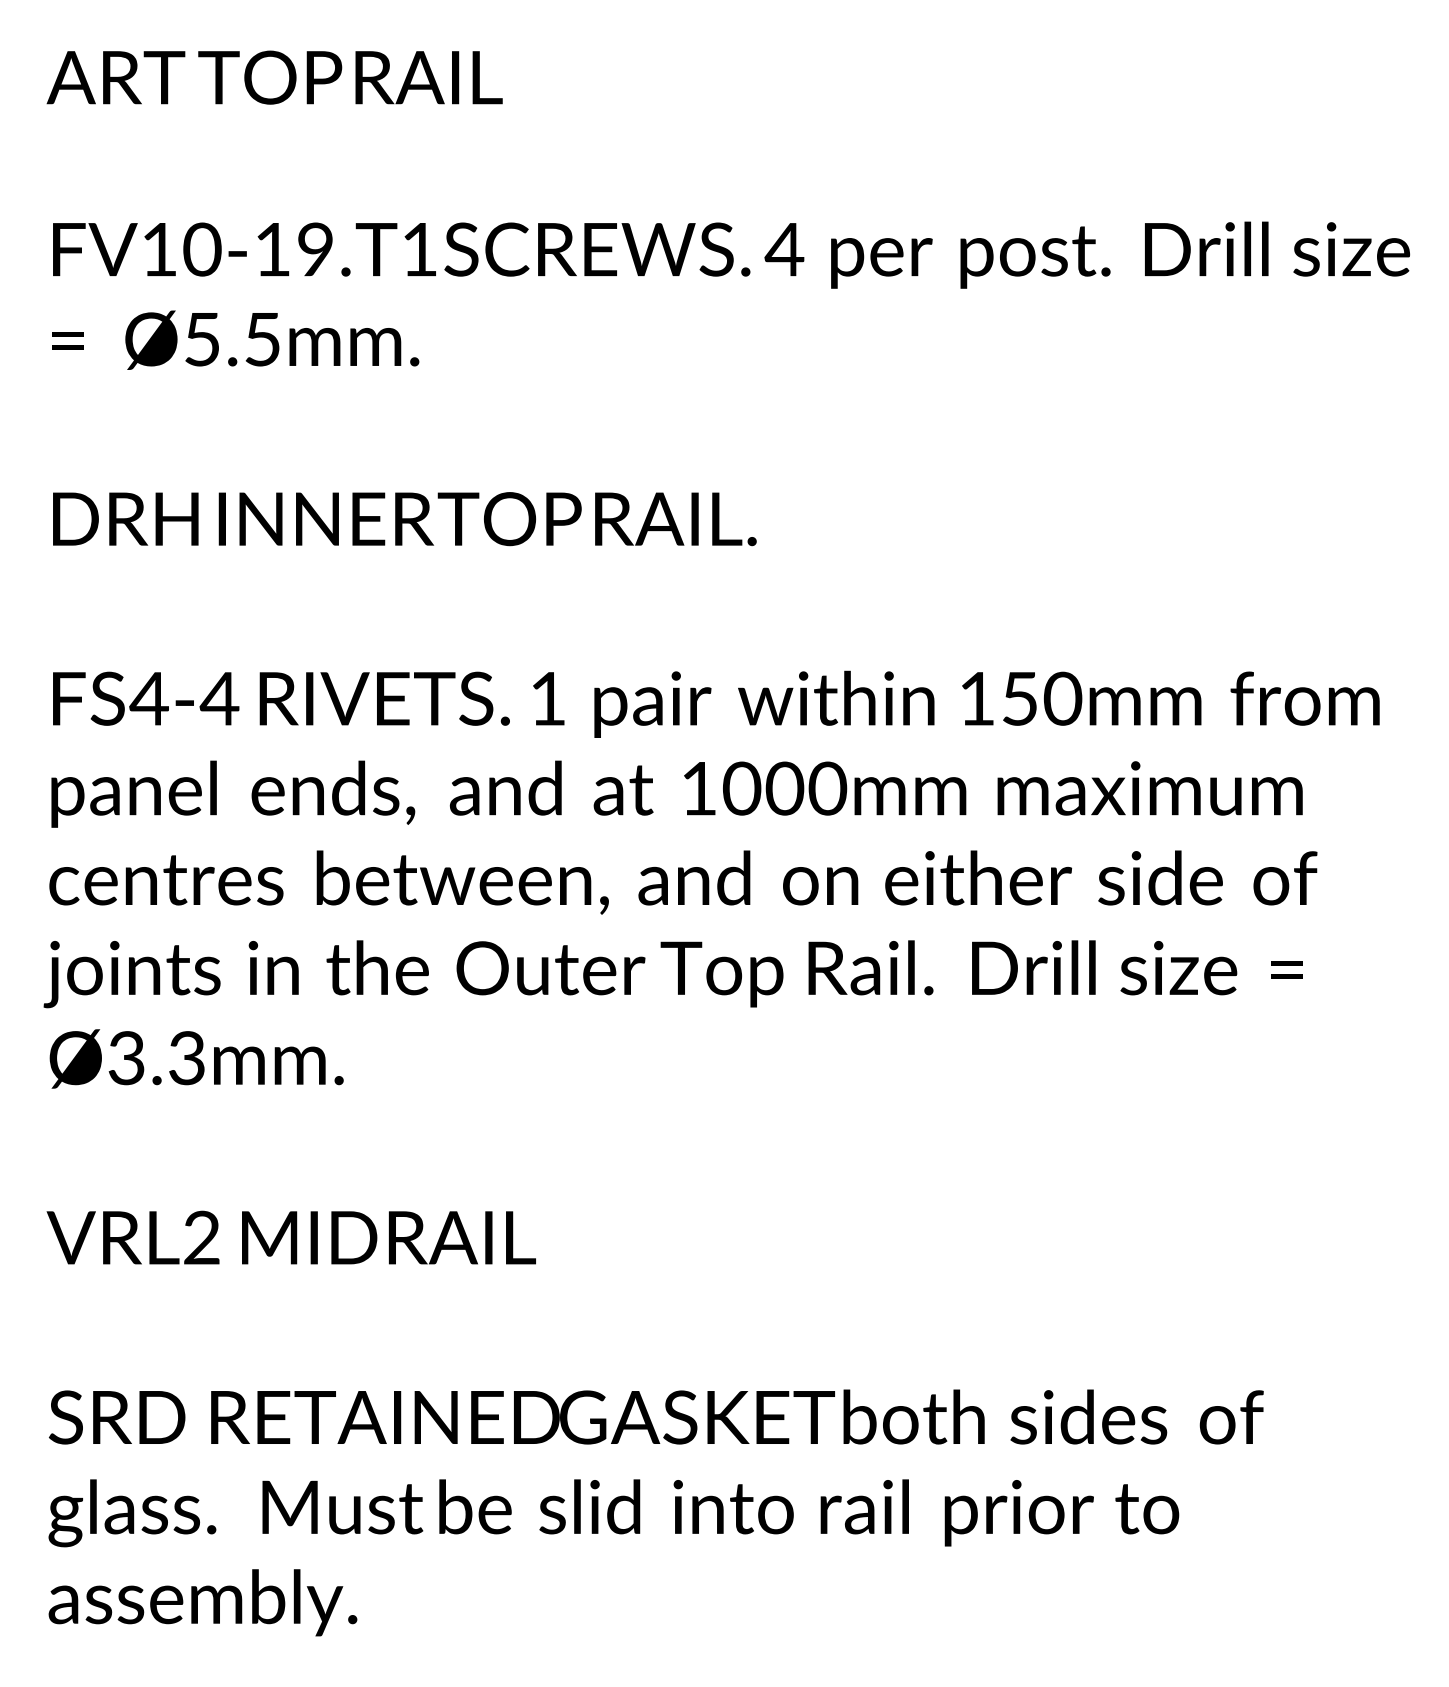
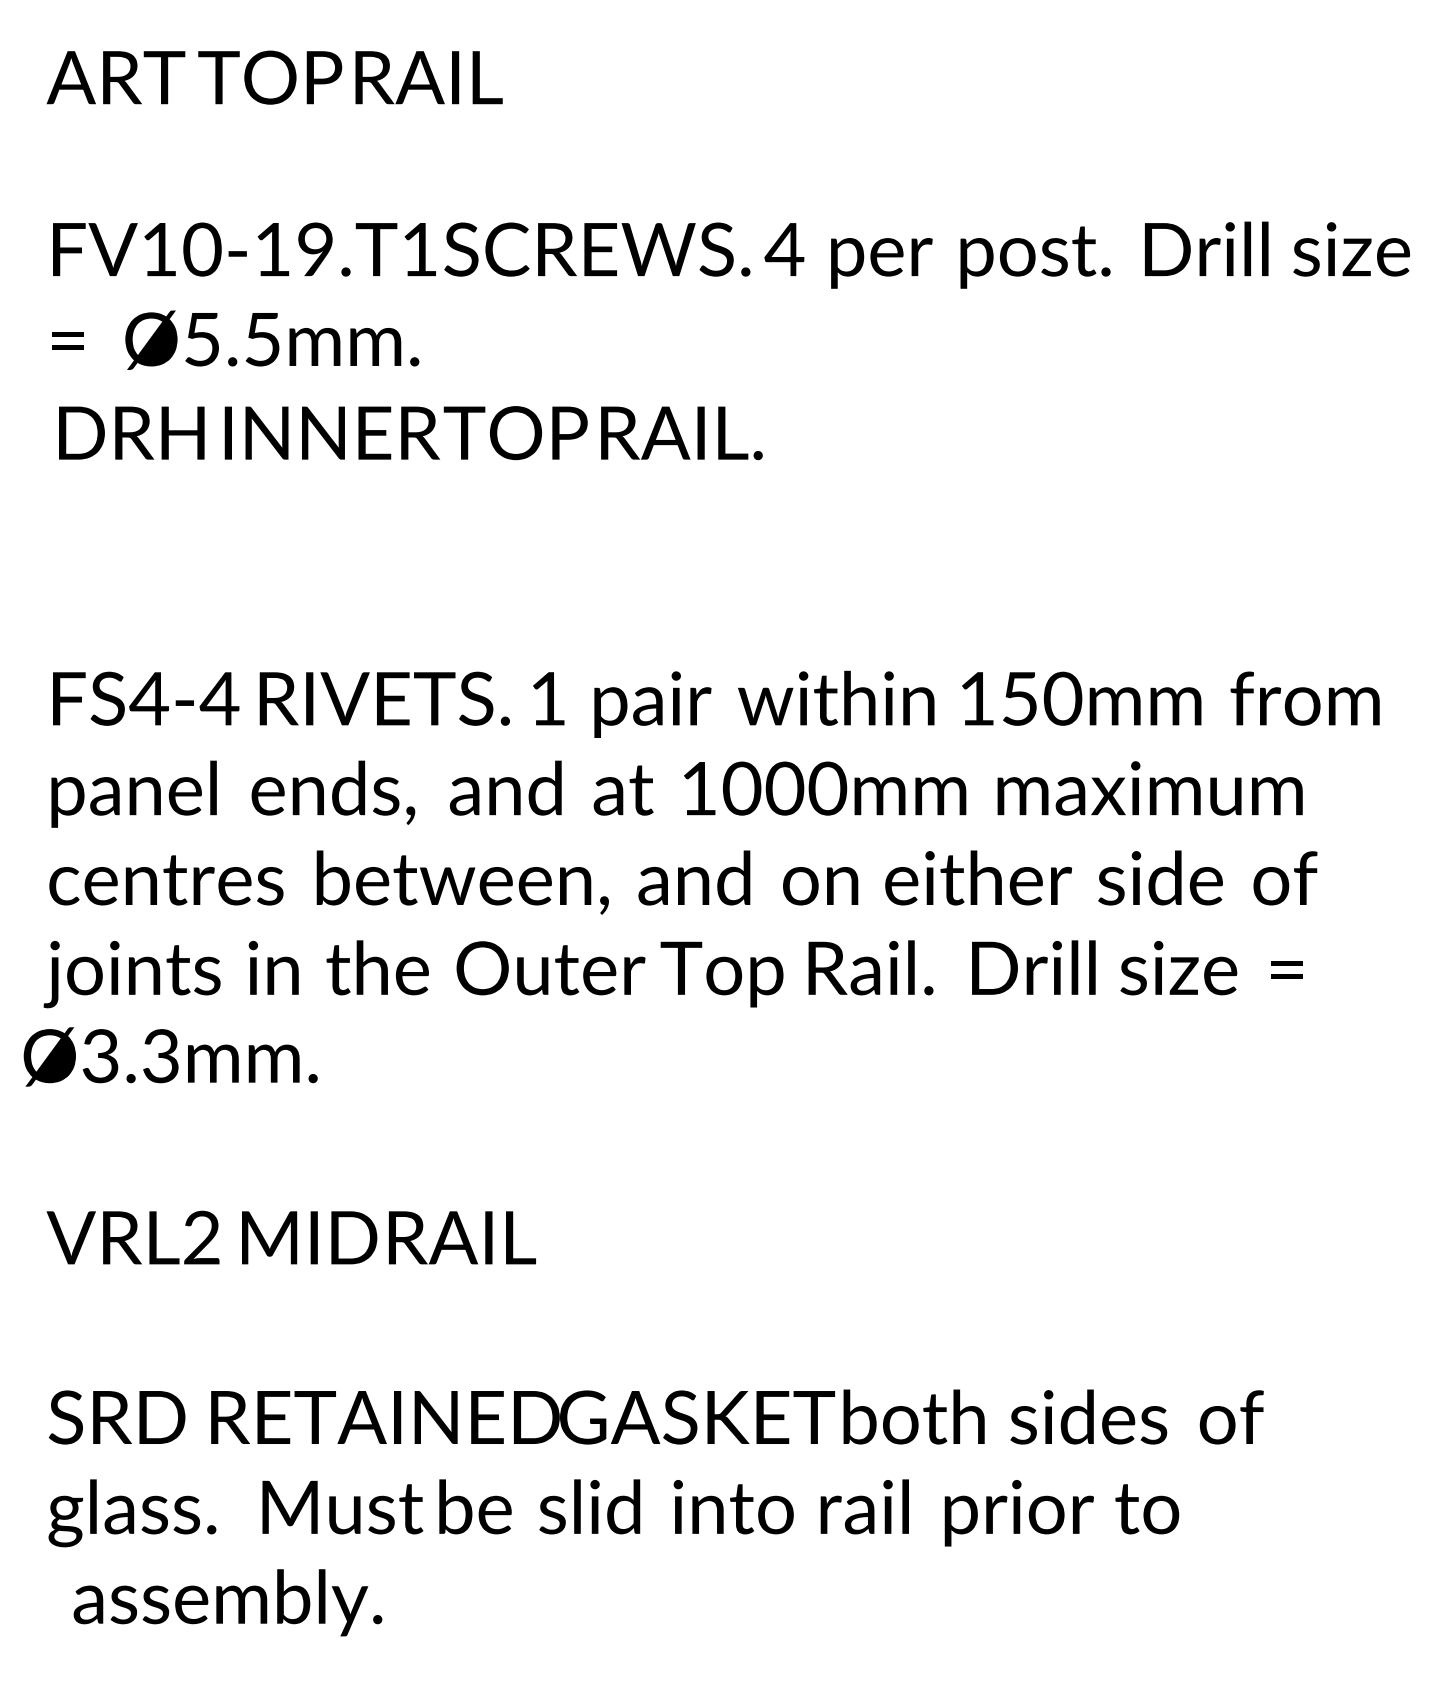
text at (404, 519) position: (404, 519) -> (410, 433)
text at (196, 1058) position: (196, 1058) -> (170, 1056)
text at (202, 1602) position: (202, 1602) -> (227, 1602)
